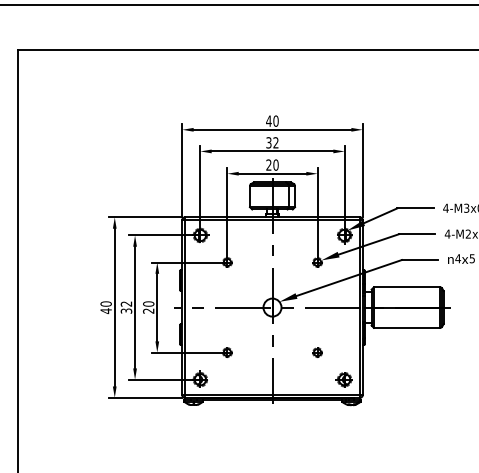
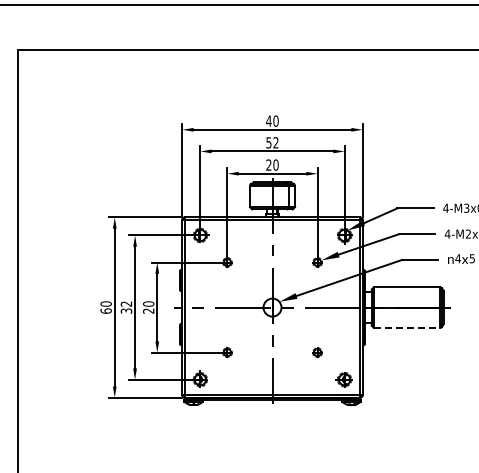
text at (268, 141): 32 -> 52
text at (105, 311): 40 -> 60
line at (407, 327): solid -> dashed
